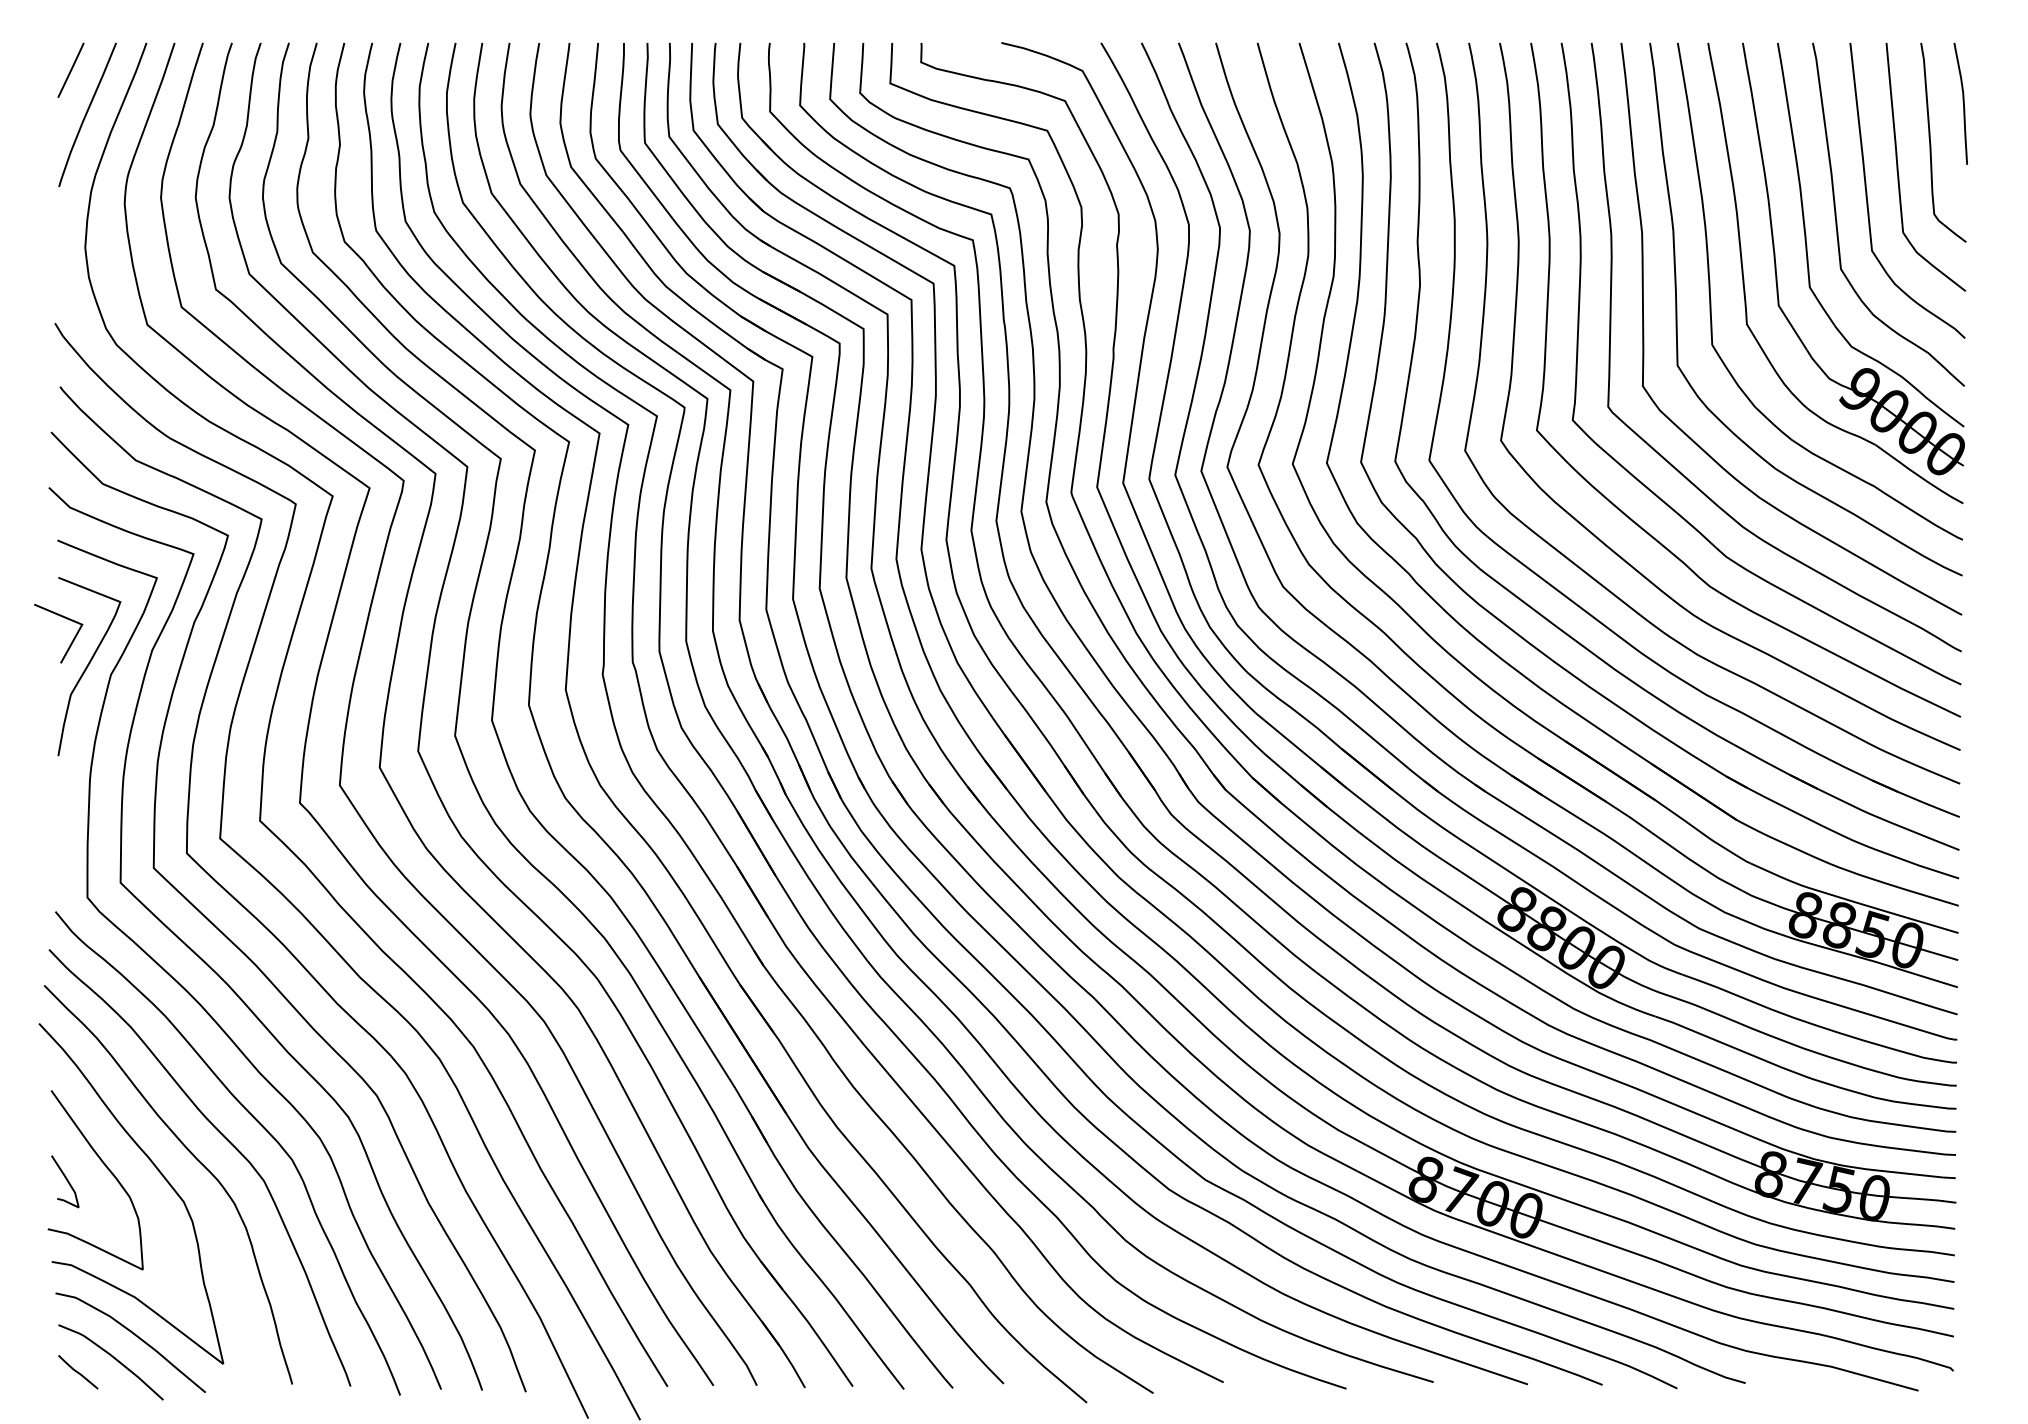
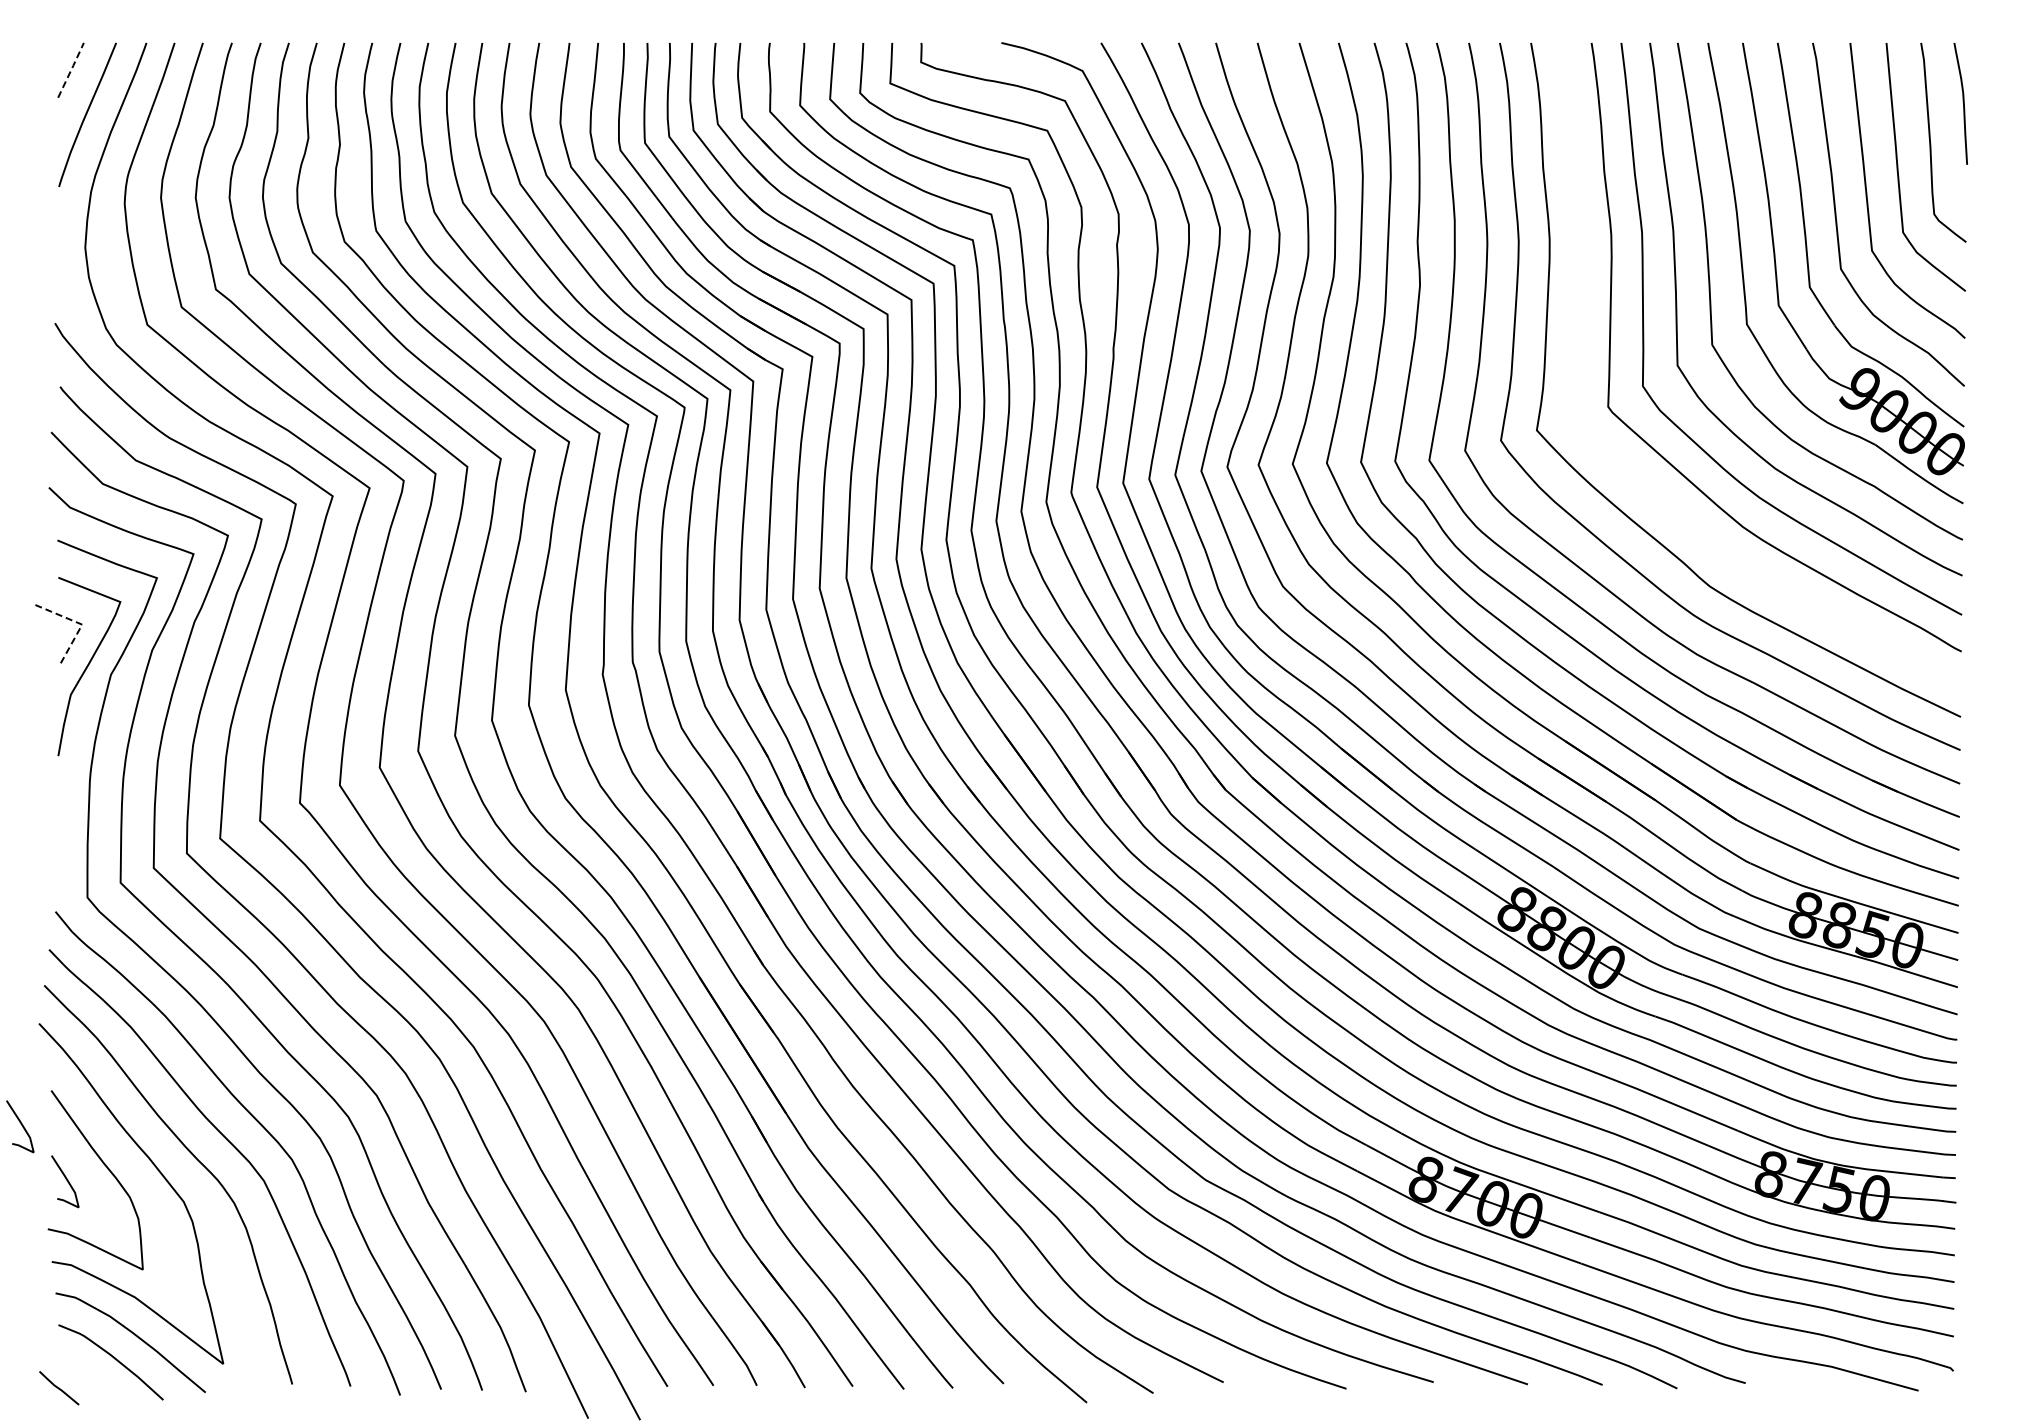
line at (71, 69): solid -> dashed
curve at (1653, 491): present -> none
line at (78, 623): solid -> dashed
curve at (21, 1125): none -> present
line at (78, 1372) position: (78, 1372) -> (59, 1388)
